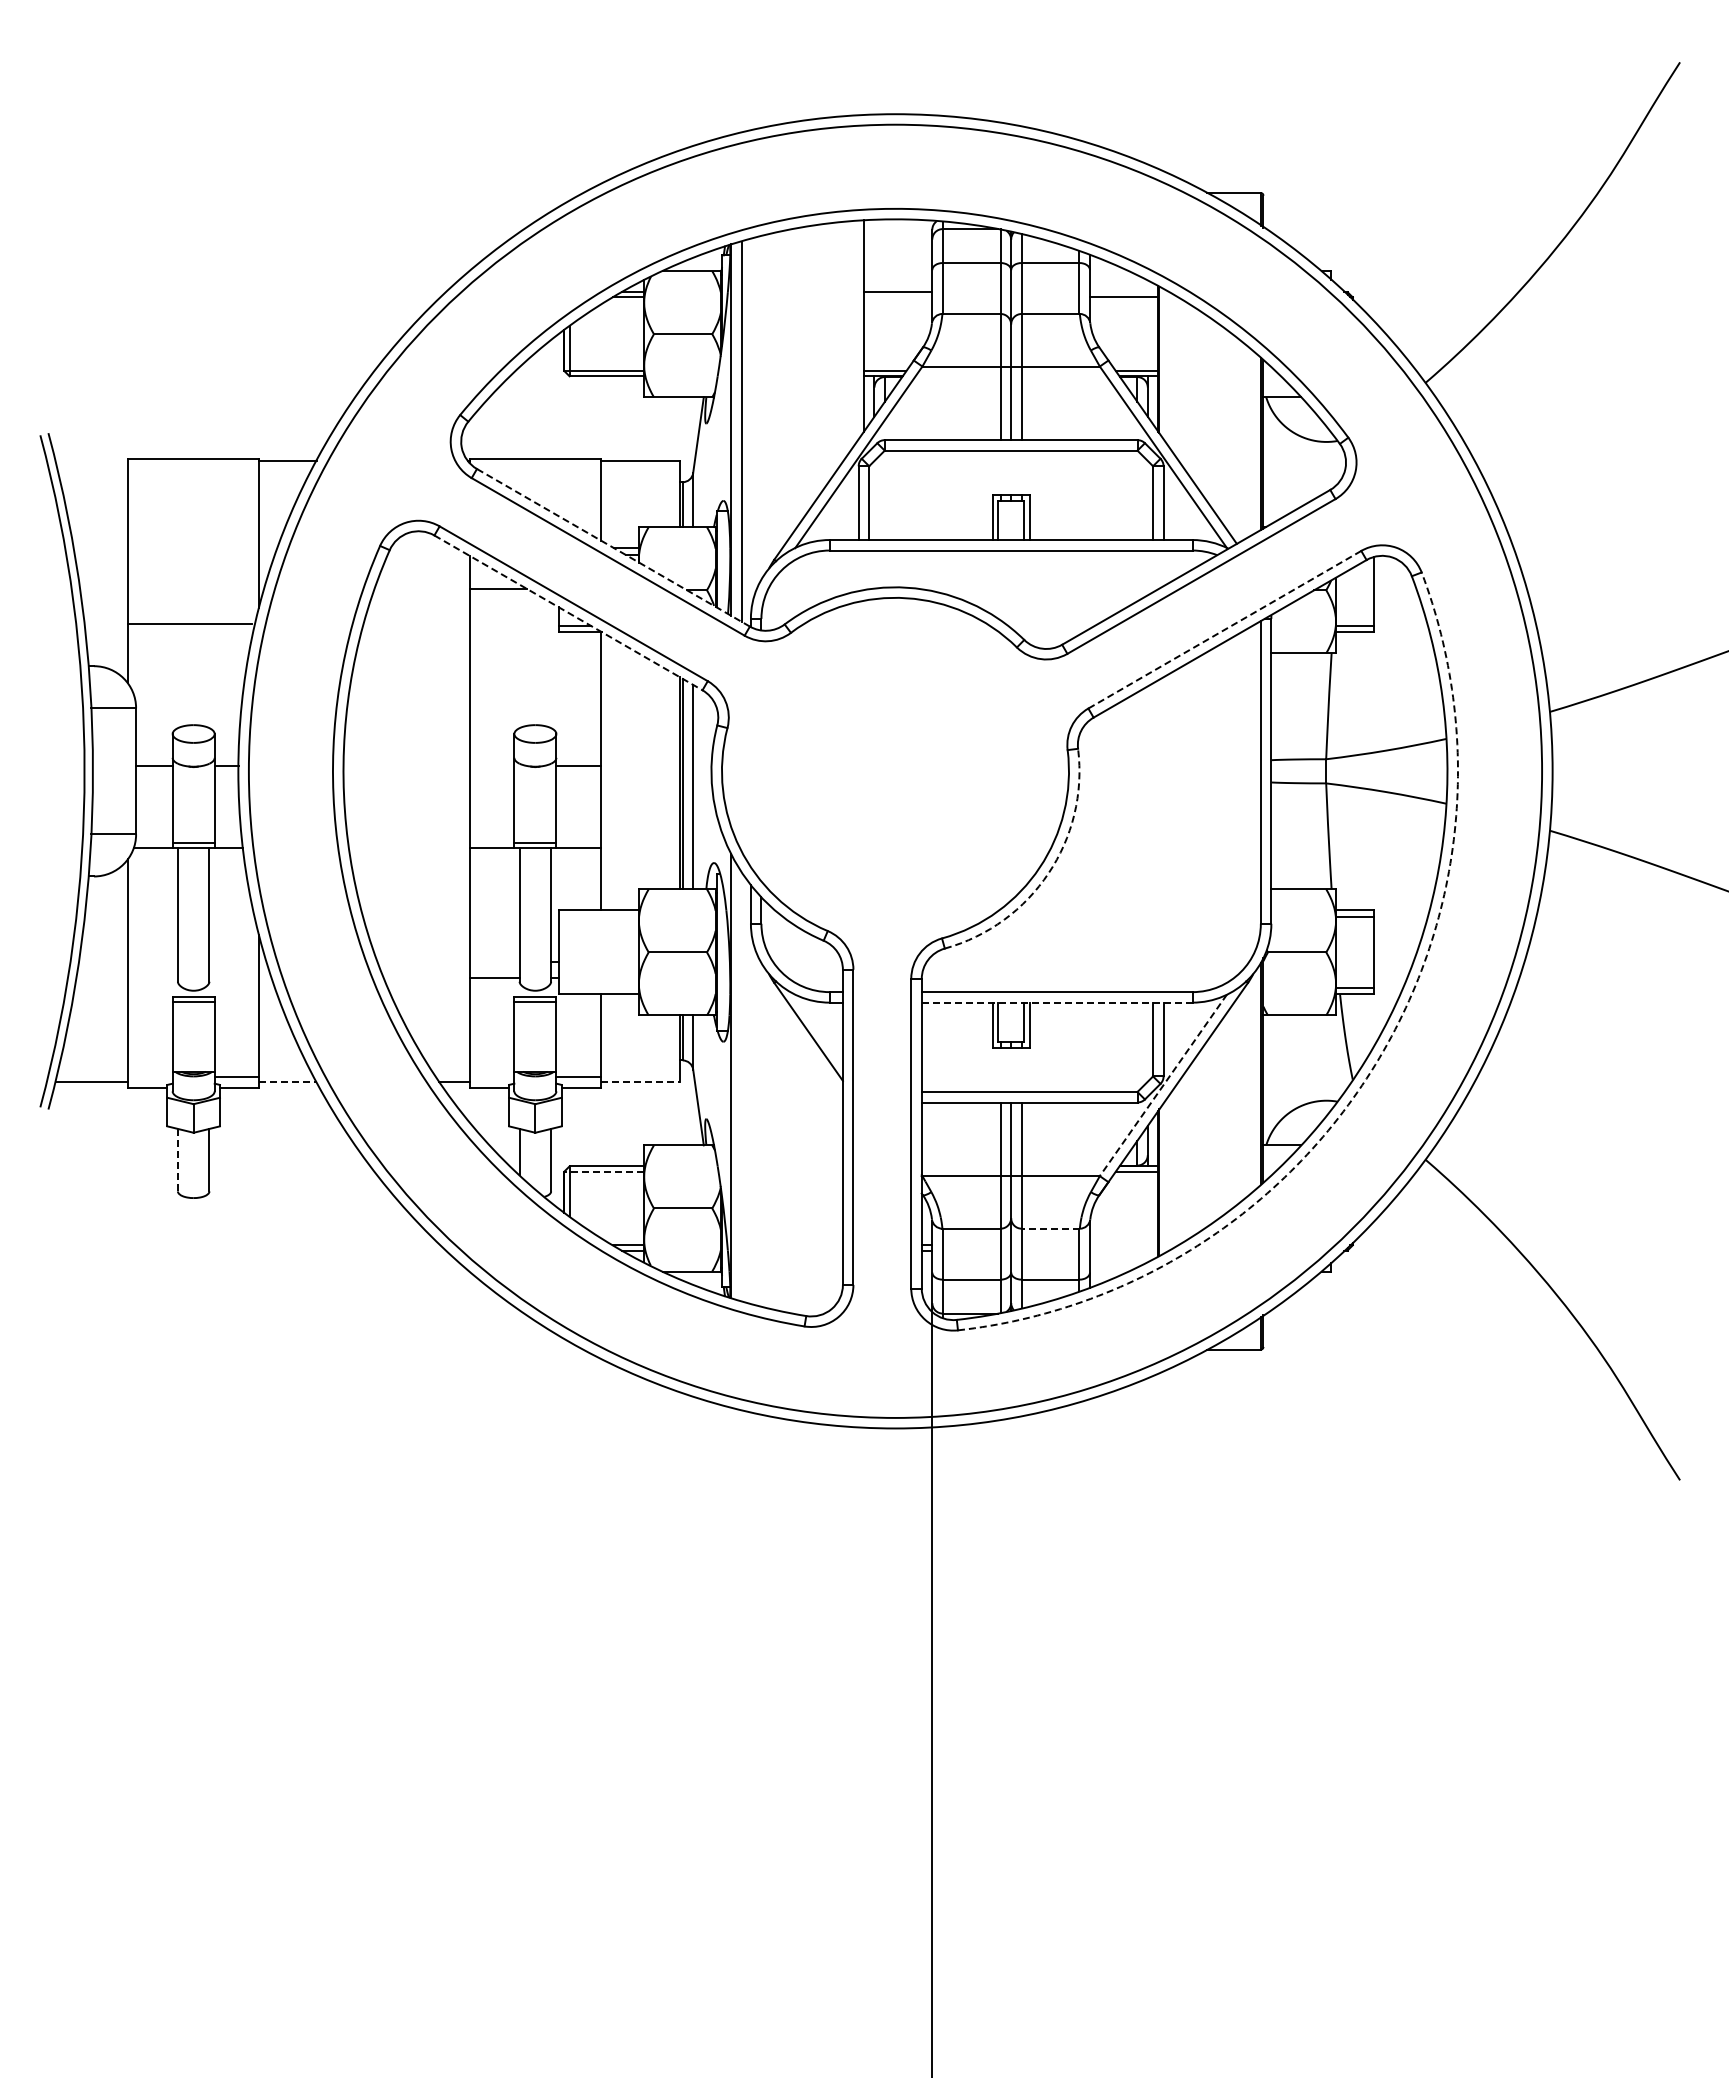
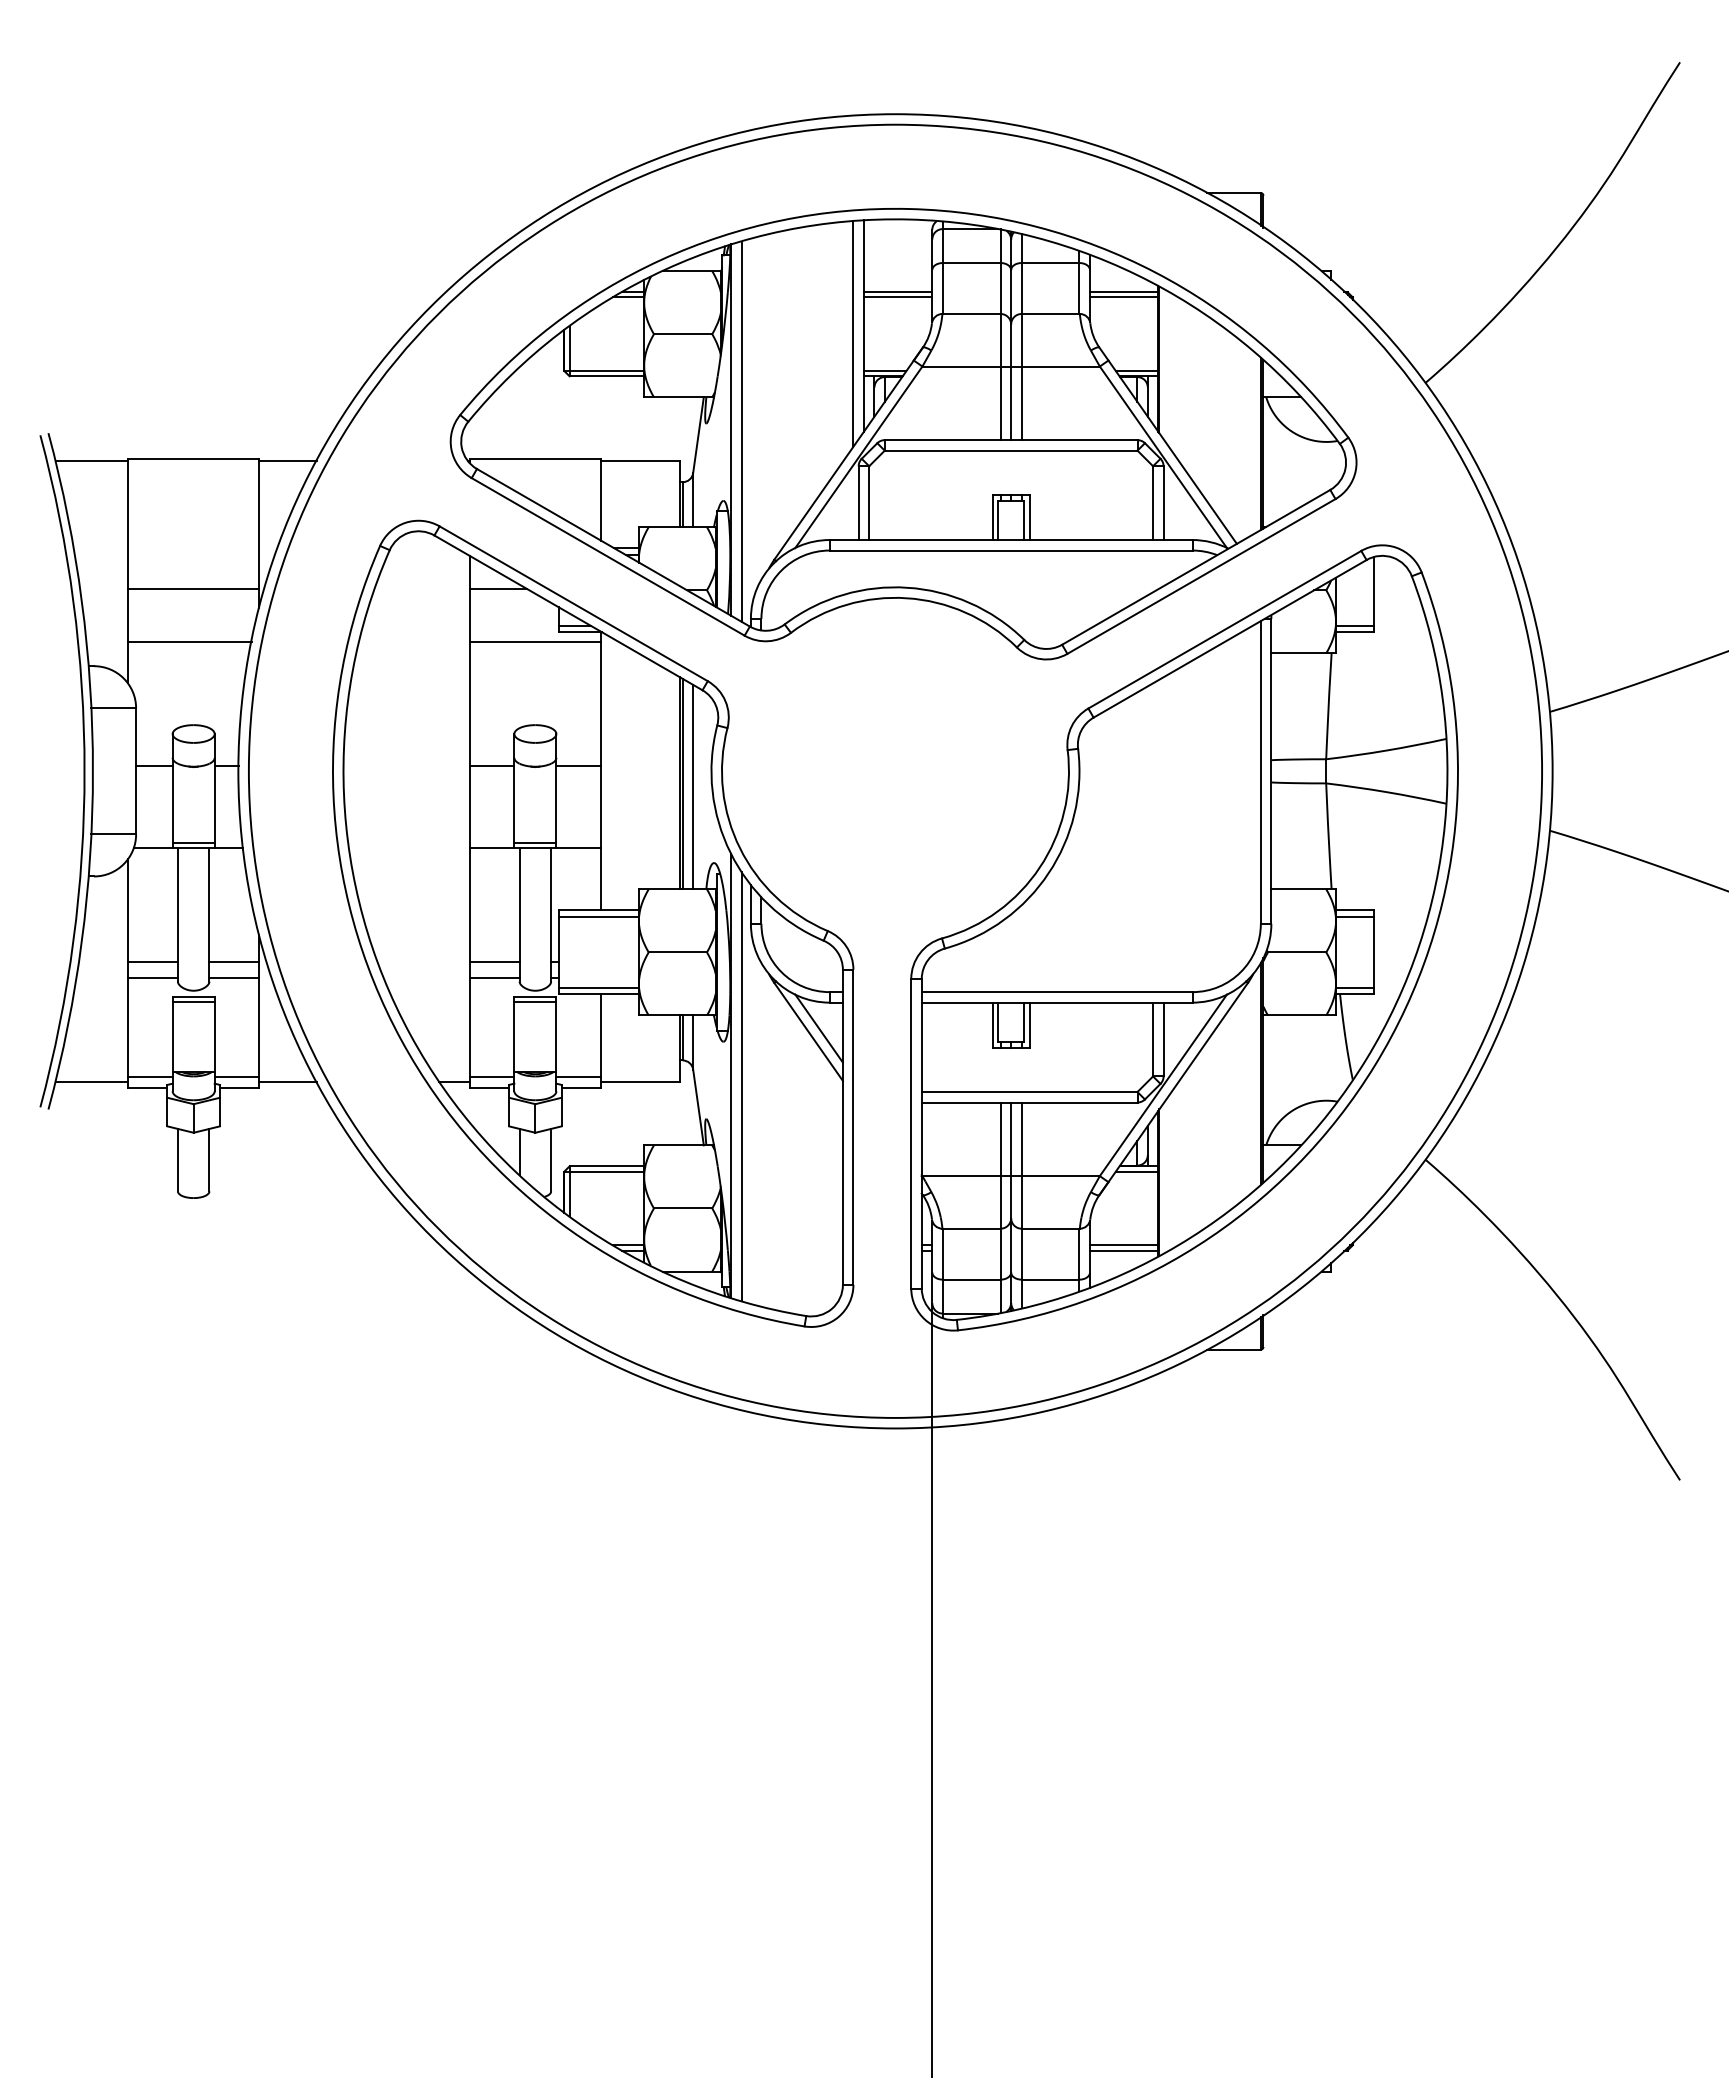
line at (1124, 292): none -> present
line at (897, 297): none -> present
line at (853, 333): none -> present
line at (91, 461): none -> present
line at (613, 547): dashed -> solid
line at (193, 588): none -> present
line at (568, 612): dashed -> solid
line at (189, 624) position: (189, 624) -> (189, 642)
line at (1224, 629): dashed -> solid
line at (535, 642): none -> present
line at (491, 766): none -> present
arc at (1048, 873): dashed -> solid
line at (598, 916): none -> present
line at (152, 961): none -> present
line at (234, 961): none -> present
line at (494, 961): none -> present
line at (152, 978): none -> present
line at (234, 978): none -> present
line at (598, 987): none -> present
line at (1057, 1002): dashed -> solid
line at (818, 1028): none -> present
arc at (1375, 1064): dashed -> solid
line at (149, 1076): none -> present
line at (491, 1076): none -> present
line at (288, 1081): dashed -> solid
line at (641, 1081): dashed -> solid
line at (1163, 1085): dashed -> solid
line at (741, 1086): none -> present
line at (177, 1160): dashed -> solid
line at (604, 1171): dashed -> solid
line at (1050, 1228): dashed -> solid
line at (1124, 1245): none -> present
line at (1124, 1250): none -> present
